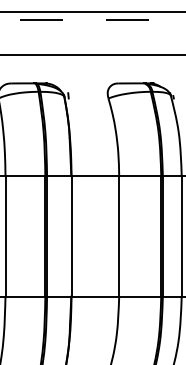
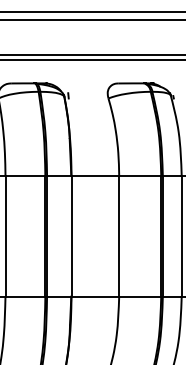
line at (93, 20): dashed -> solid
line at (92, 60): none -> present
